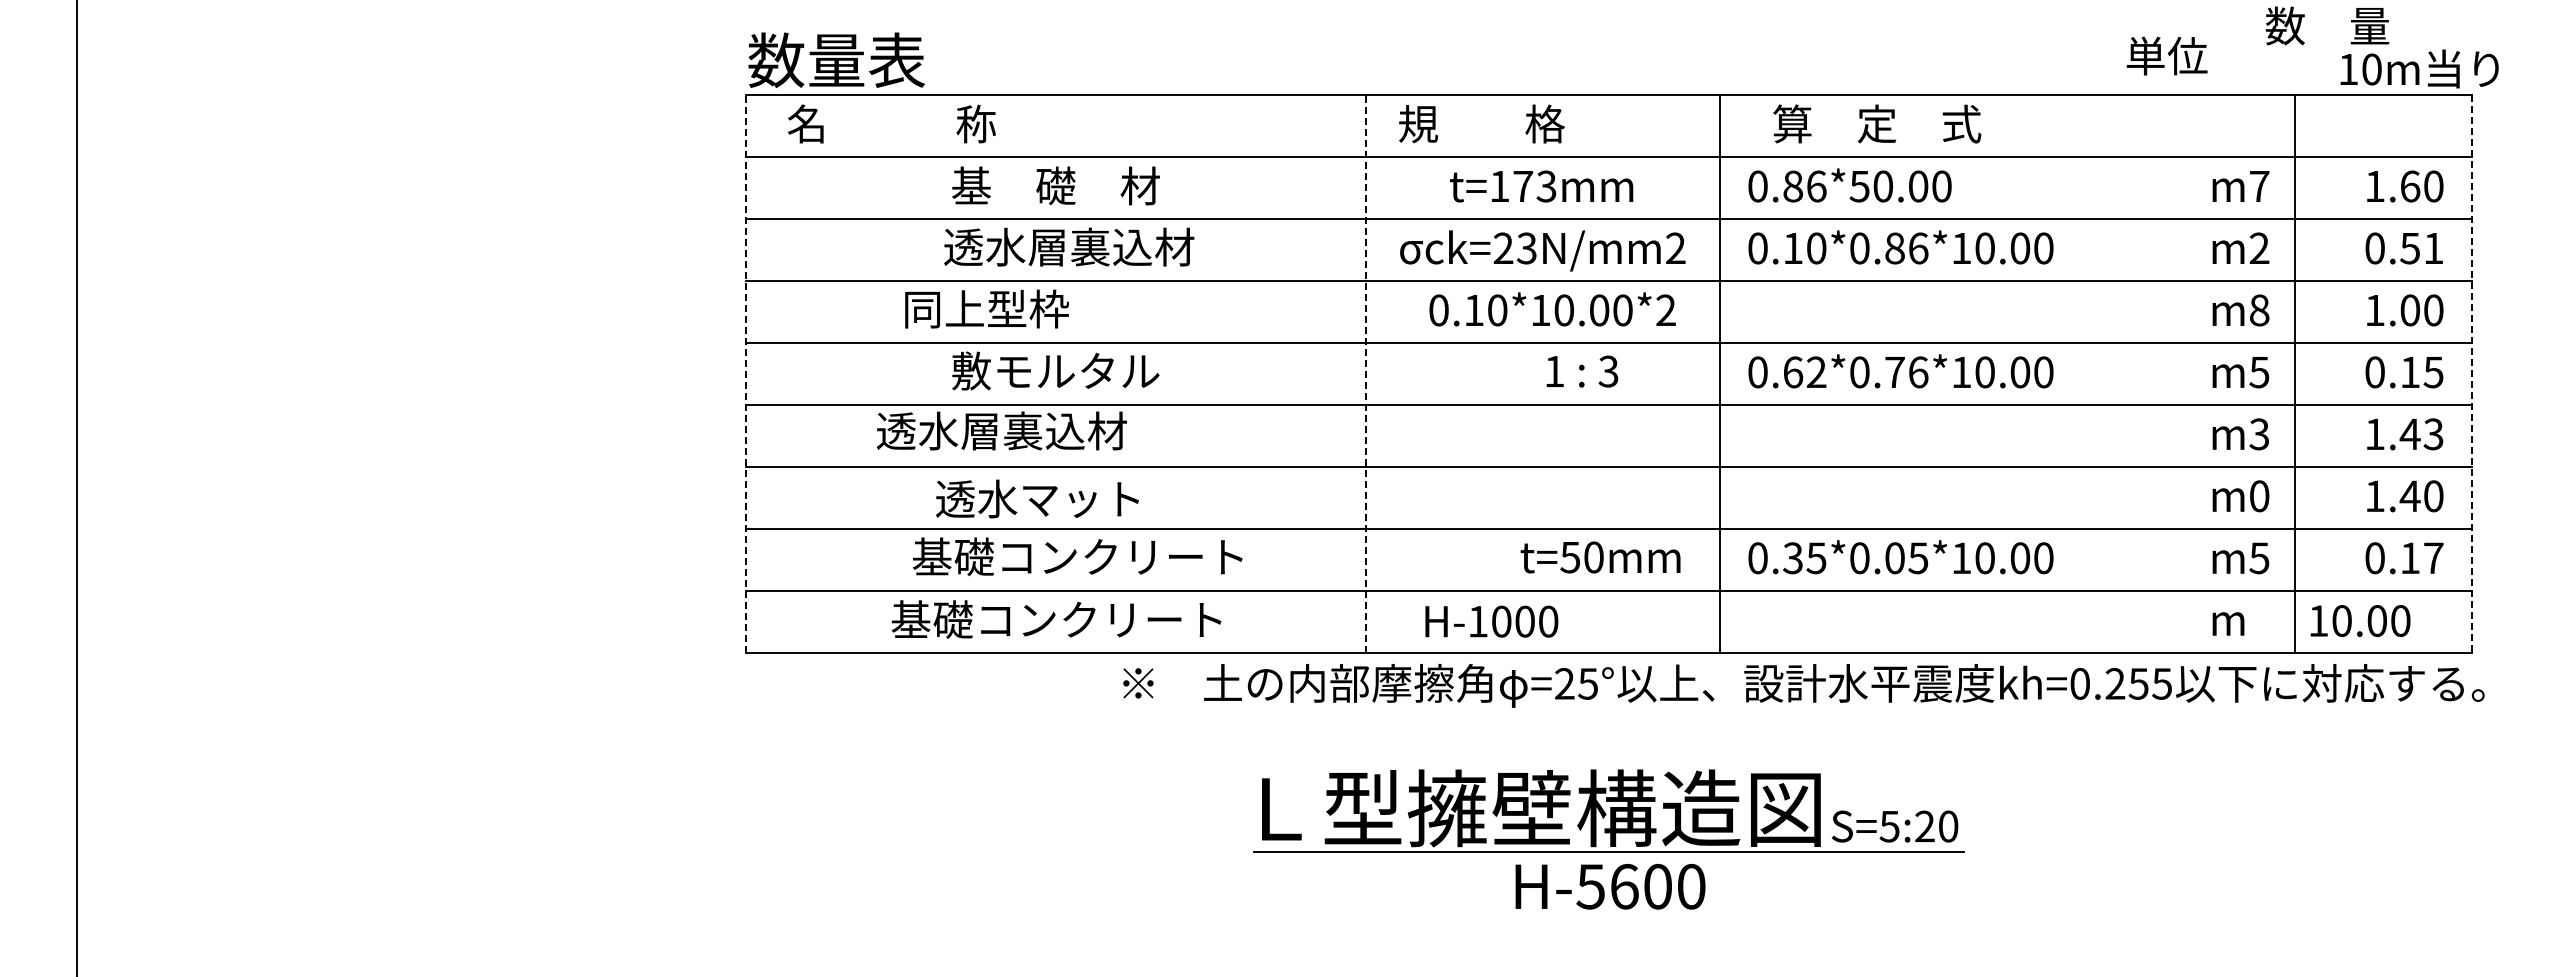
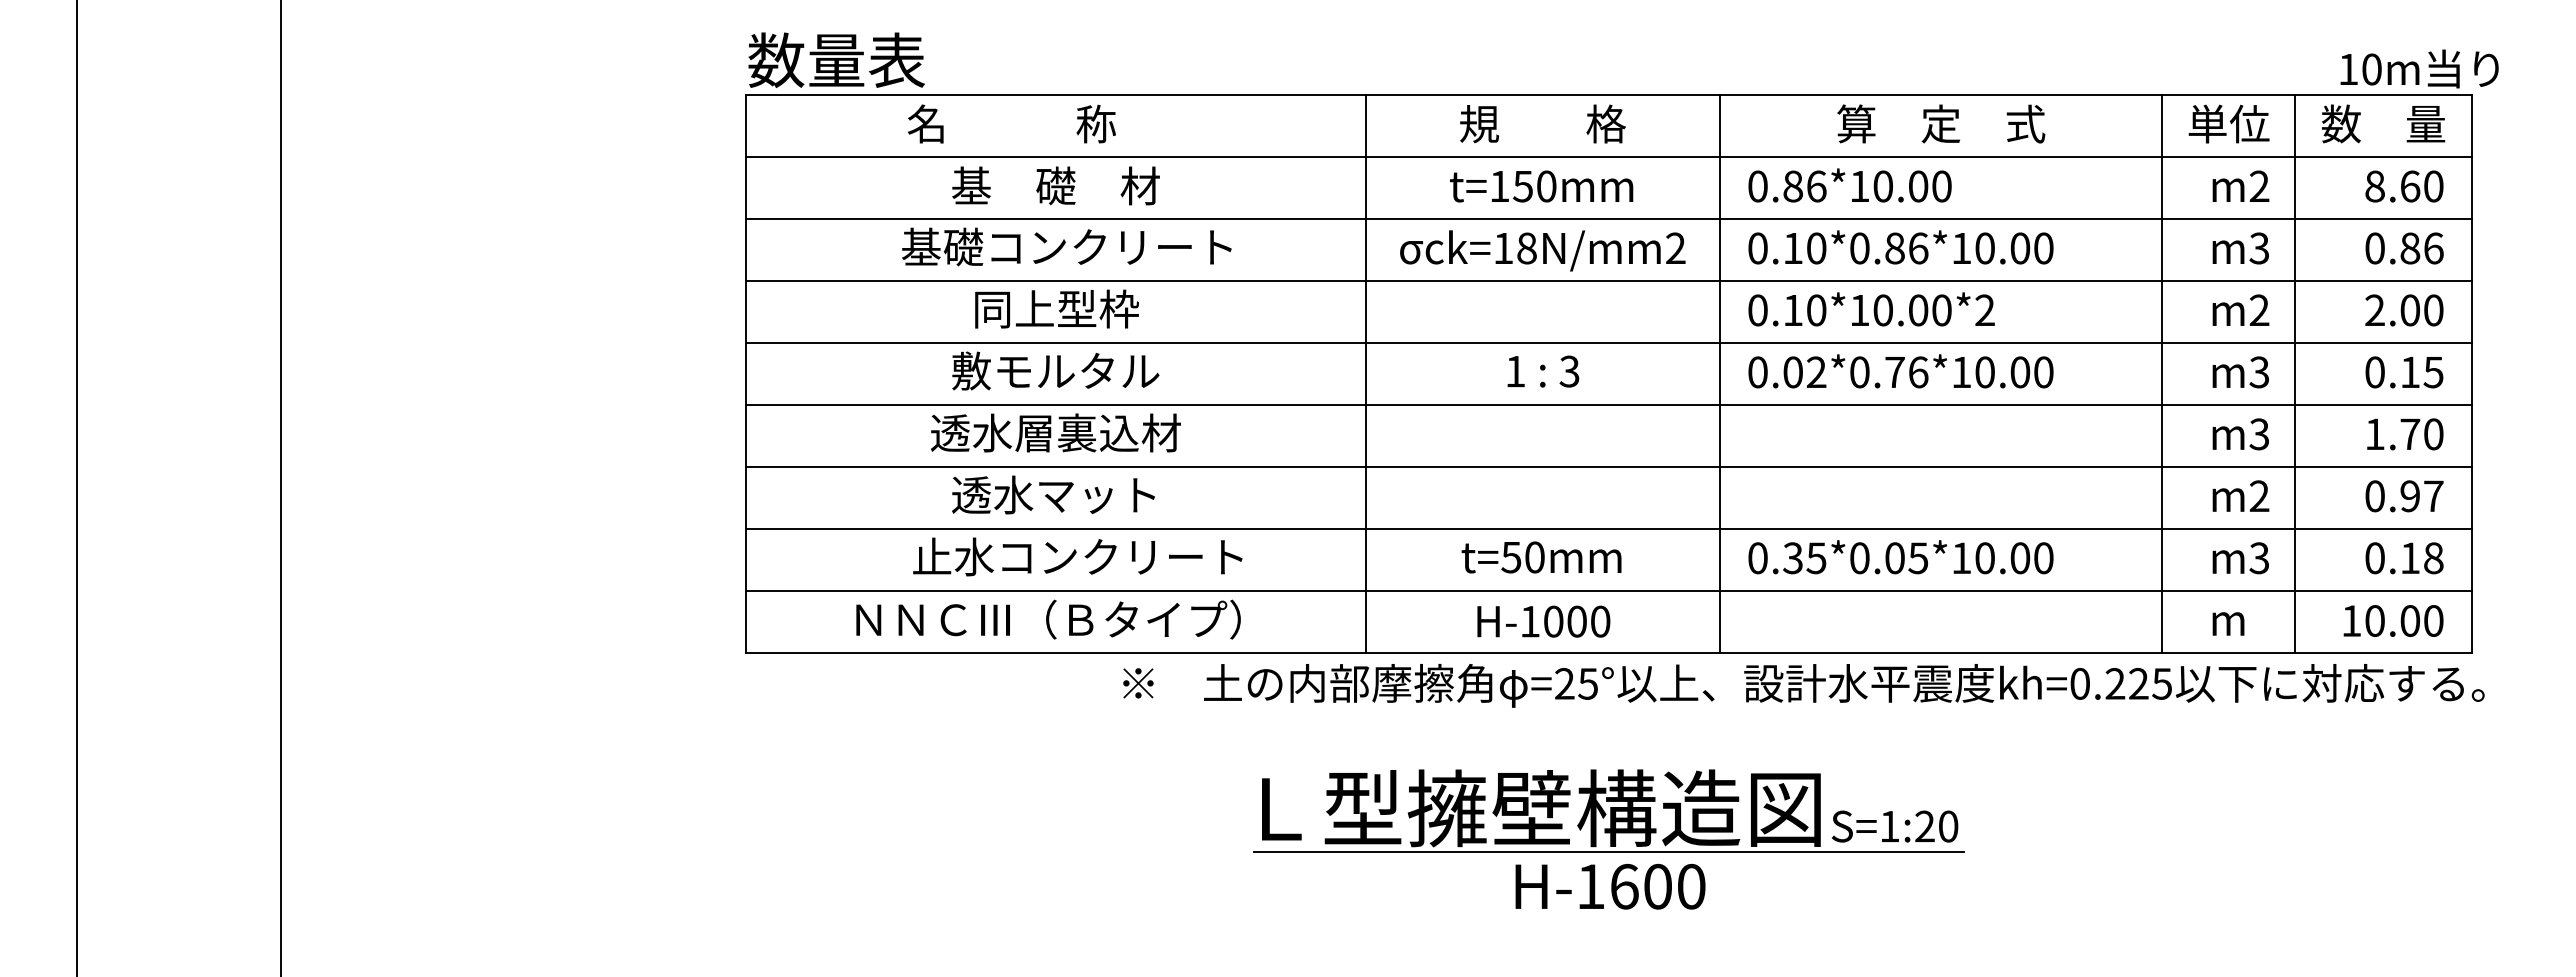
text at (2327, 25) position: (2327, 25) -> (2383, 123)
text at (2166, 55) position: (2166, 55) -> (2228, 123)
text at (891, 123) position: (891, 123) -> (1011, 123)
text at (1481, 123) position: (1481, 123) -> (1542, 123)
text at (1877, 123) position: (1877, 123) -> (1941, 123)
text at (2259, 185): m7 -> m2
text at (1534, 186): t=173mm -> t=150mm
text at (1859, 186): 0.86*50.00 -> 0.86*10.00
text at (2374, 186): 1.60 -> 8.60
text at (1066, 246): 透水層裏込材 -> 基礎コンクリート
text at (1514, 248): ck=23N/mm2 -> ck=18N/mm2
text at (2259, 248): m2 -> m3
text at (2421, 248): 0.51 -> 0.86
text at (986, 308) position: (986, 308) -> (1056, 308)
text at (1552, 309) position: (1552, 309) -> (1871, 309)
text at (2374, 309): 1.00 -> 2.00
text at (2259, 310): m8 -> m2
text at (1582, 371) position: (1582, 371) -> (1543, 371)
text at (2259, 371): m5 -> m3
text at (1793, 372): 0.62*0.76*10.00 -> 0.02*0.76*10.00
line at (746, 373): dashed -> solid
line at (1365, 373): dashed -> solid
line at (2162, 373): none -> present
line at (2472, 373): dashed -> solid
text at (1001, 430) position: (1001, 430) -> (1055, 432)
text at (2421, 434): 1.43 -> 1.70
line at (280, 487): none -> present
text at (2259, 496): m0 -> m2
text at (2404, 496): 1.40 -> 0.97
text at (1037, 498) position: (1037, 498) -> (1053, 494)
text at (953, 556): 基礎コンクリート -> 止水コンクリート
text at (1600, 557) position: (1600, 557) -> (1541, 557)
text at (2259, 557): m5 -> m3
text at (2433, 558): 0.17 -> 0.18
text at (1048, 619): 基礎コンクリート -> ＮＮＣⅢ（Ｂタイプ）
text at (2360, 620) position: (2360, 620) -> (2393, 620)
text at (1491, 621) position: (1491, 621) -> (1543, 621)
text at (2138, 683): kh=0.255 -> kh=0.225
text at (1889, 826): S=5:20 -> S=1:20
text at (1590, 886): H-5600 -> H-1600
